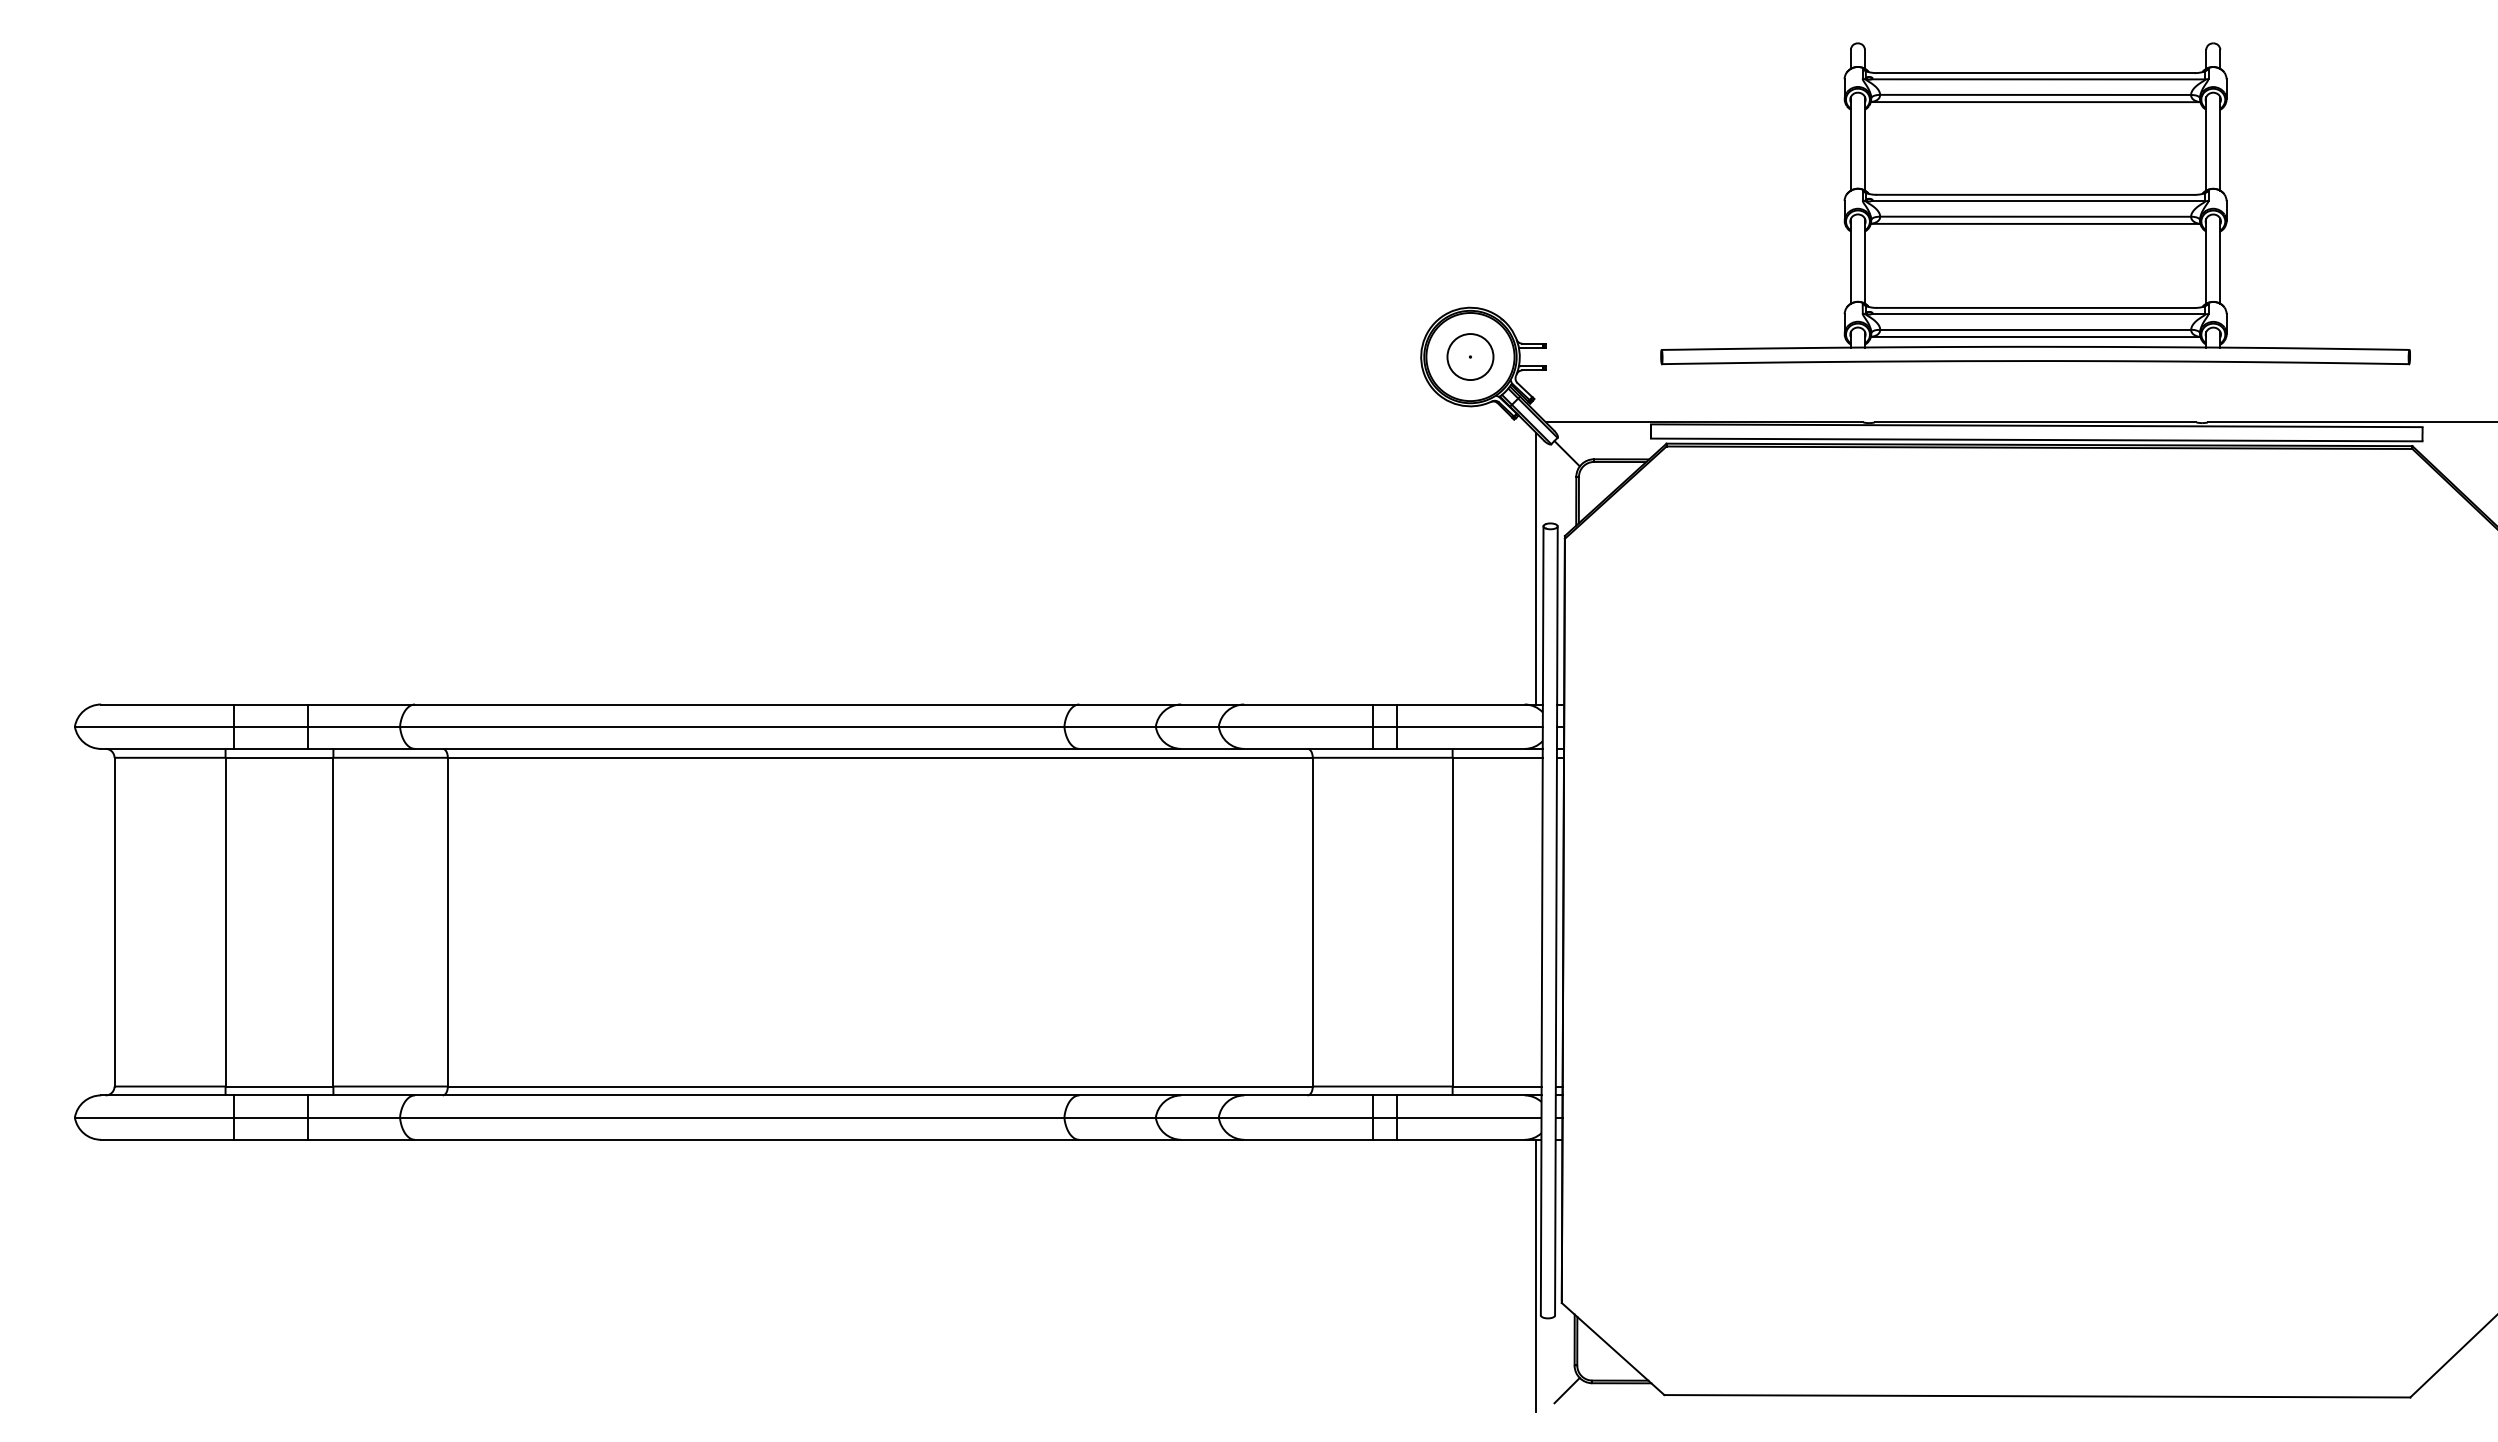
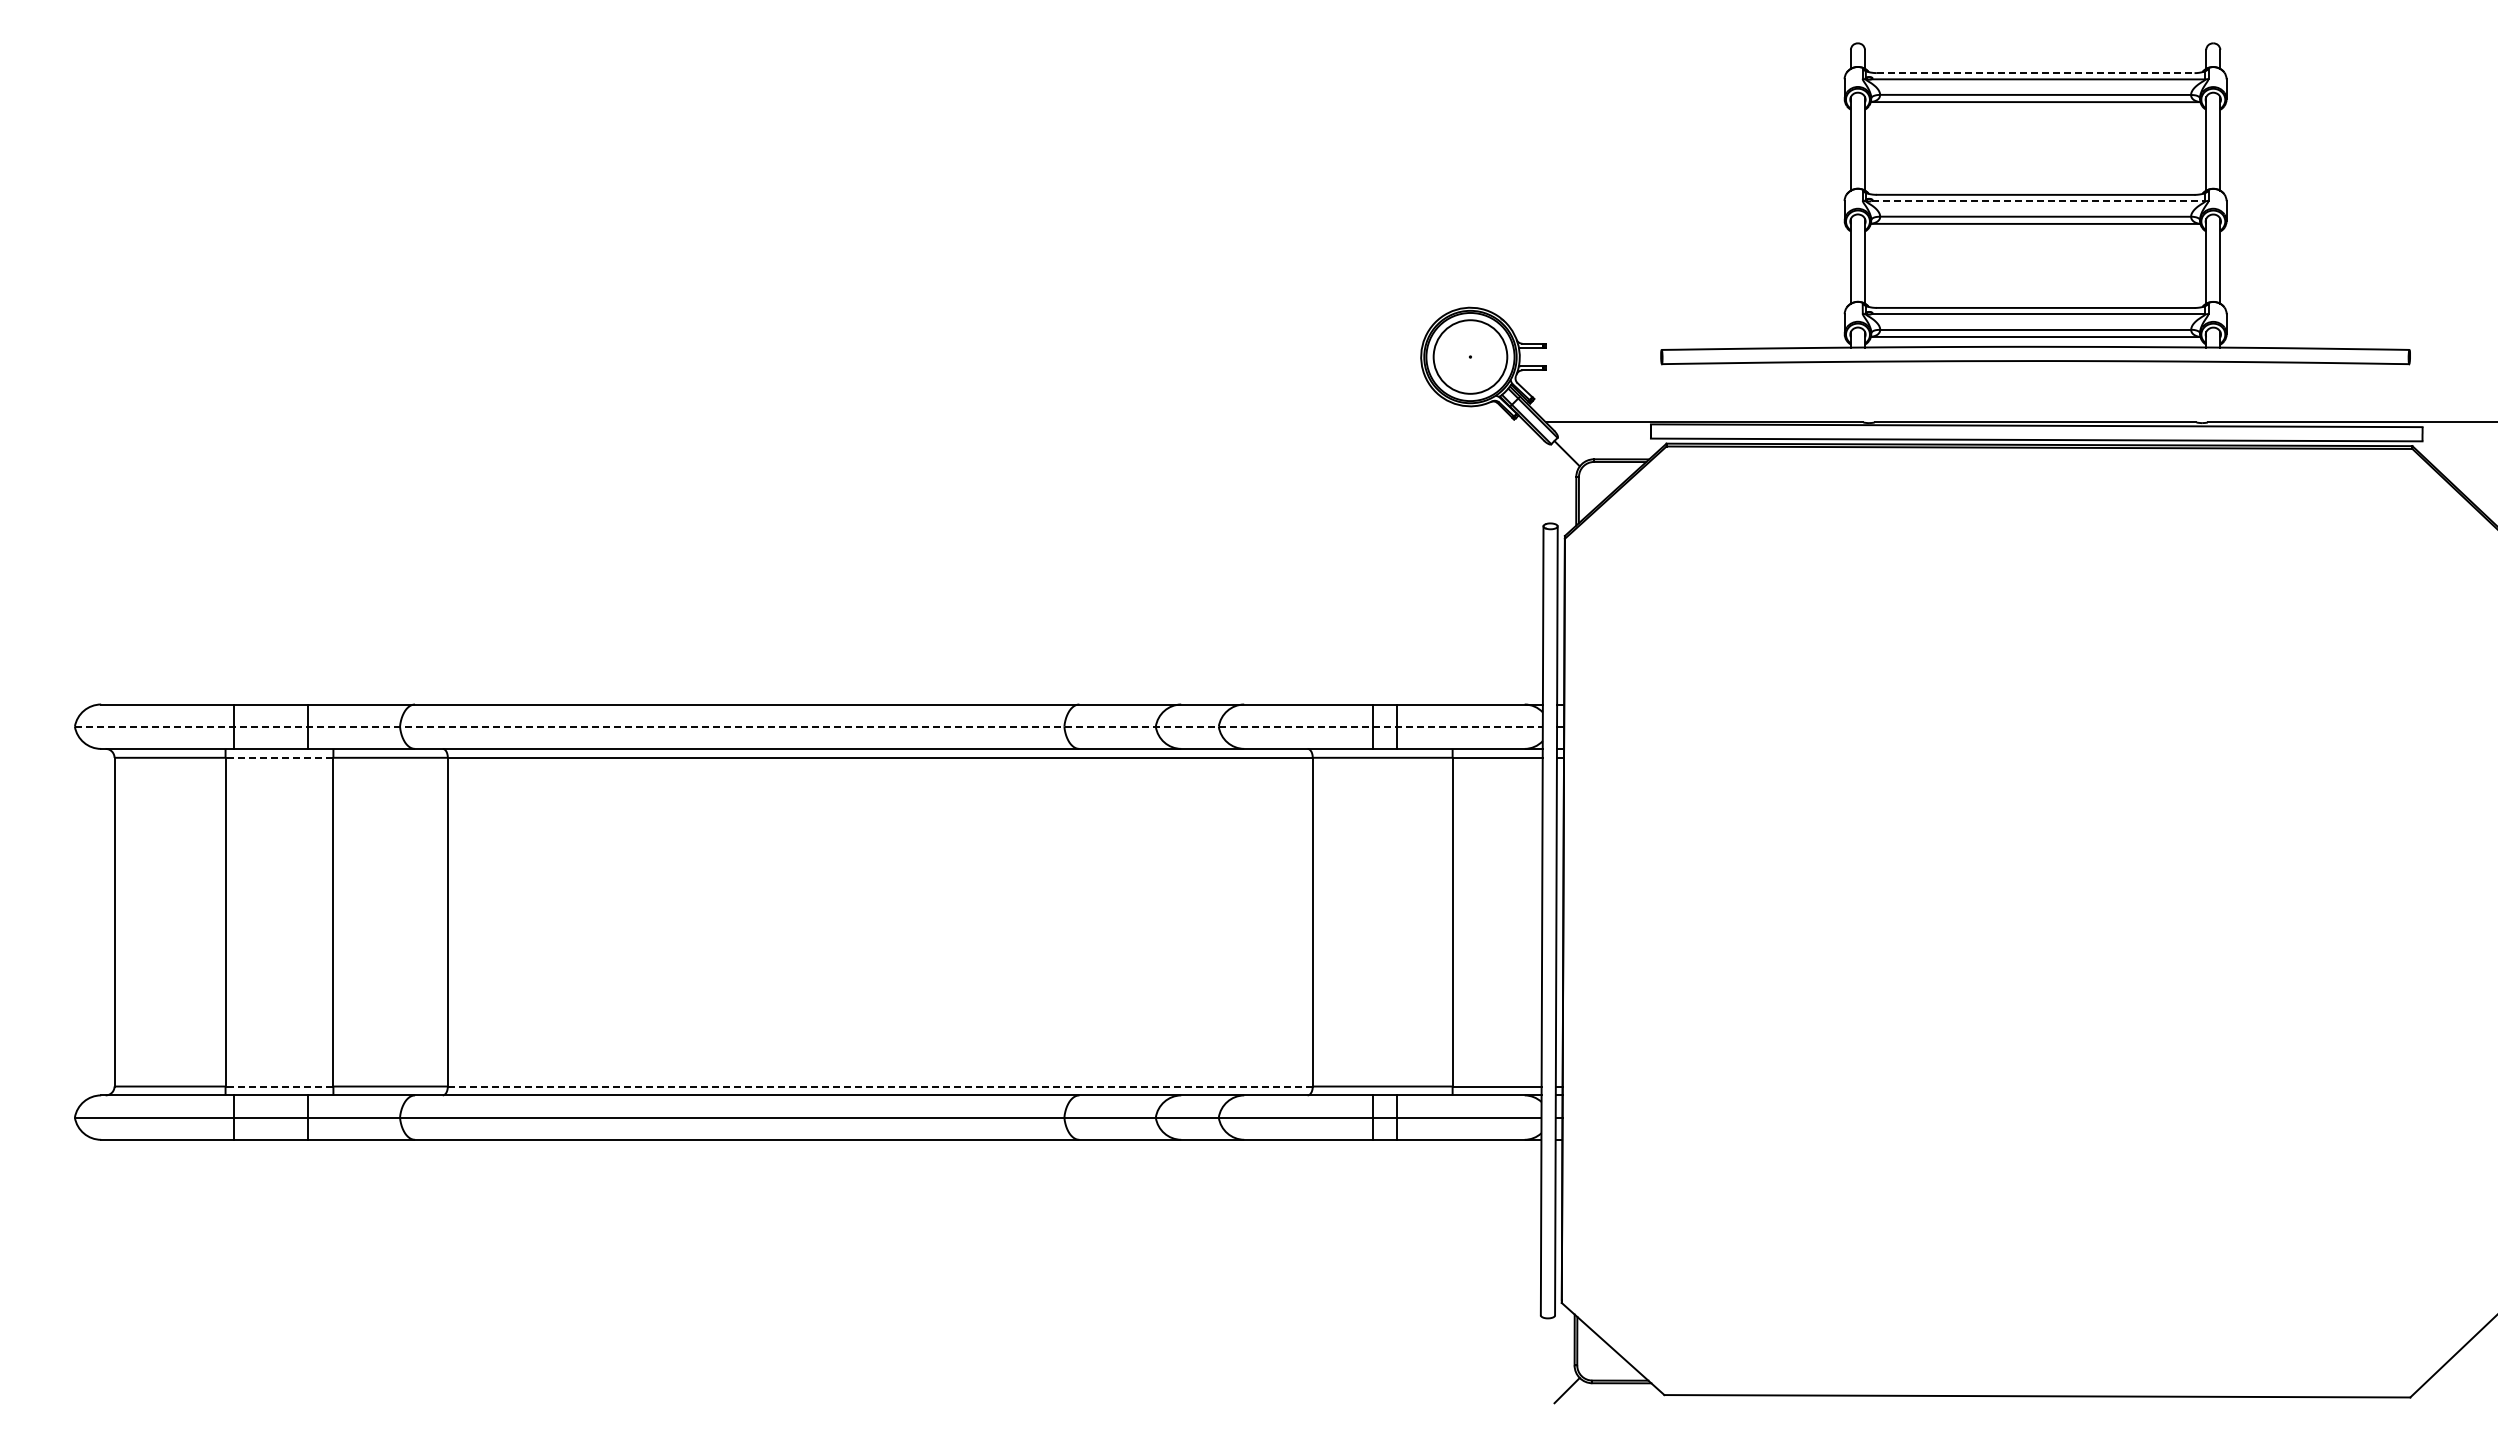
line at (2035, 73): solid -> dashed
line at (2038, 201): solid -> dashed
circle at (1470, 357) diameter: 46 px -> 74 px
line at (1535, 568): present -> none
line at (808, 726): solid -> dashed
line at (279, 757): solid -> dashed
line at (279, 1086): solid -> dashed
line at (879, 1086): solid -> dashed
line at (1535, 1275): present -> none
